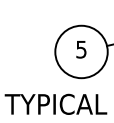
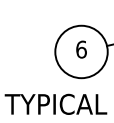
text at (81, 49): 5 -> 6
